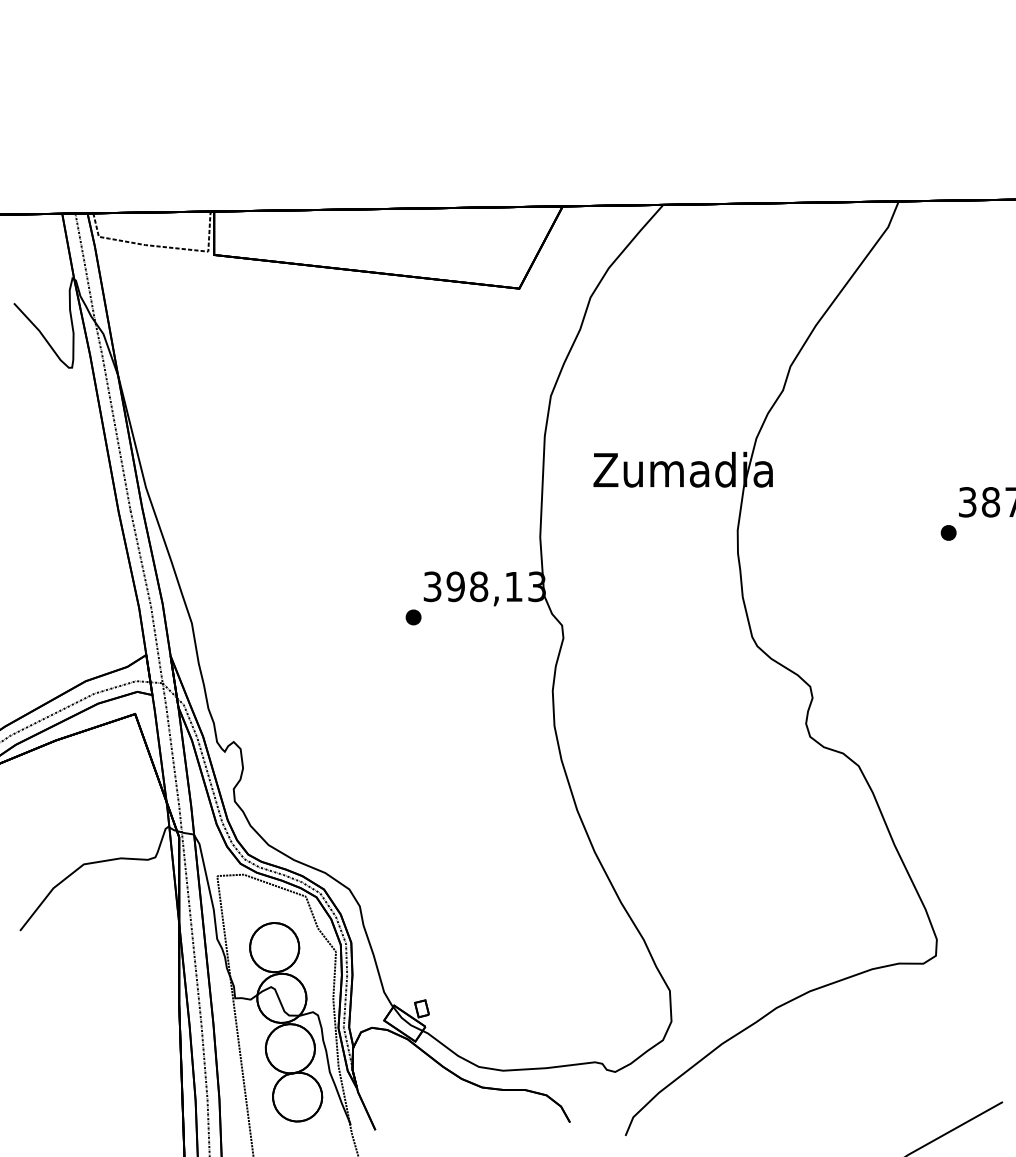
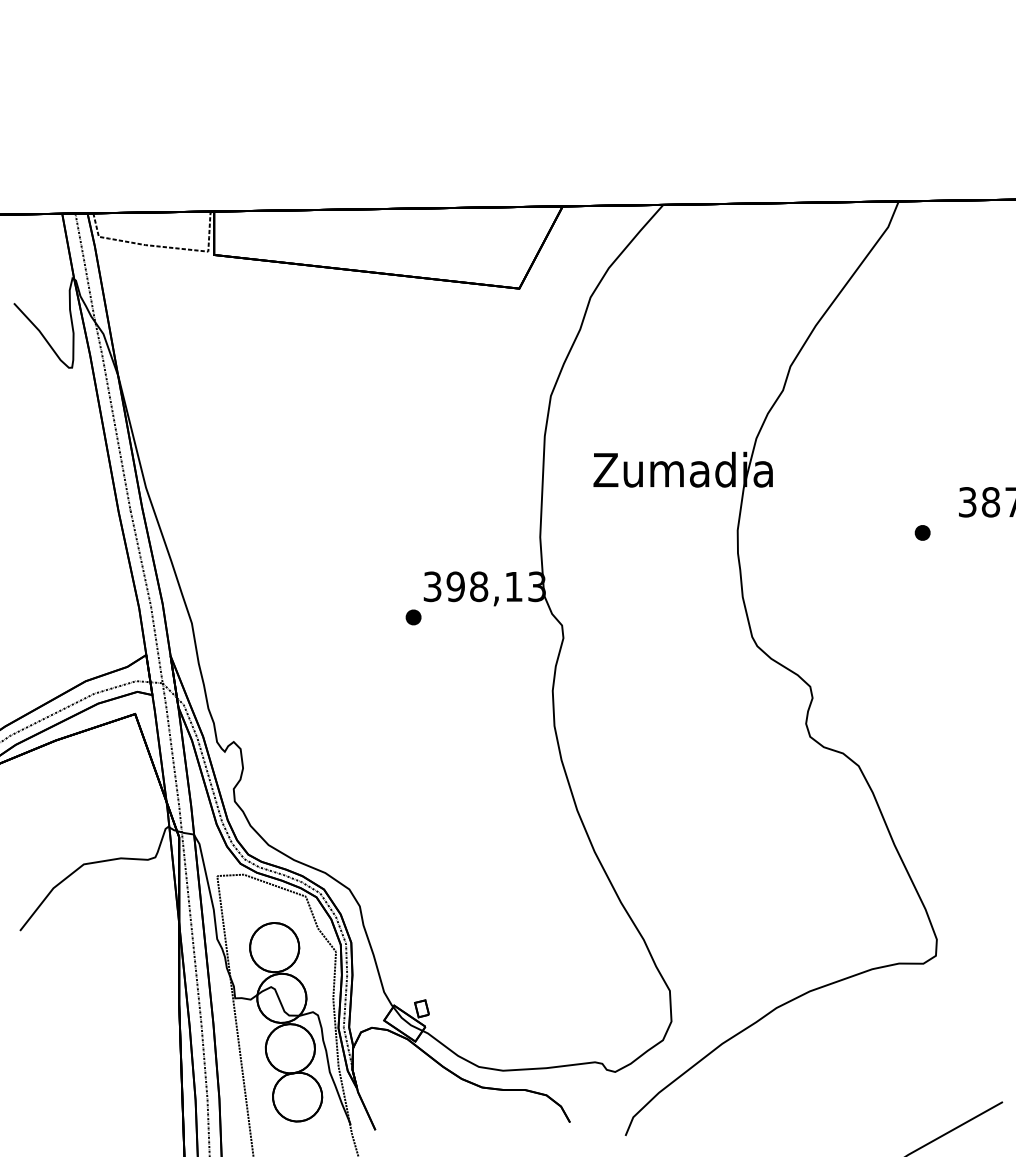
part at (948, 532) position: (948, 532) -> (922, 532)
